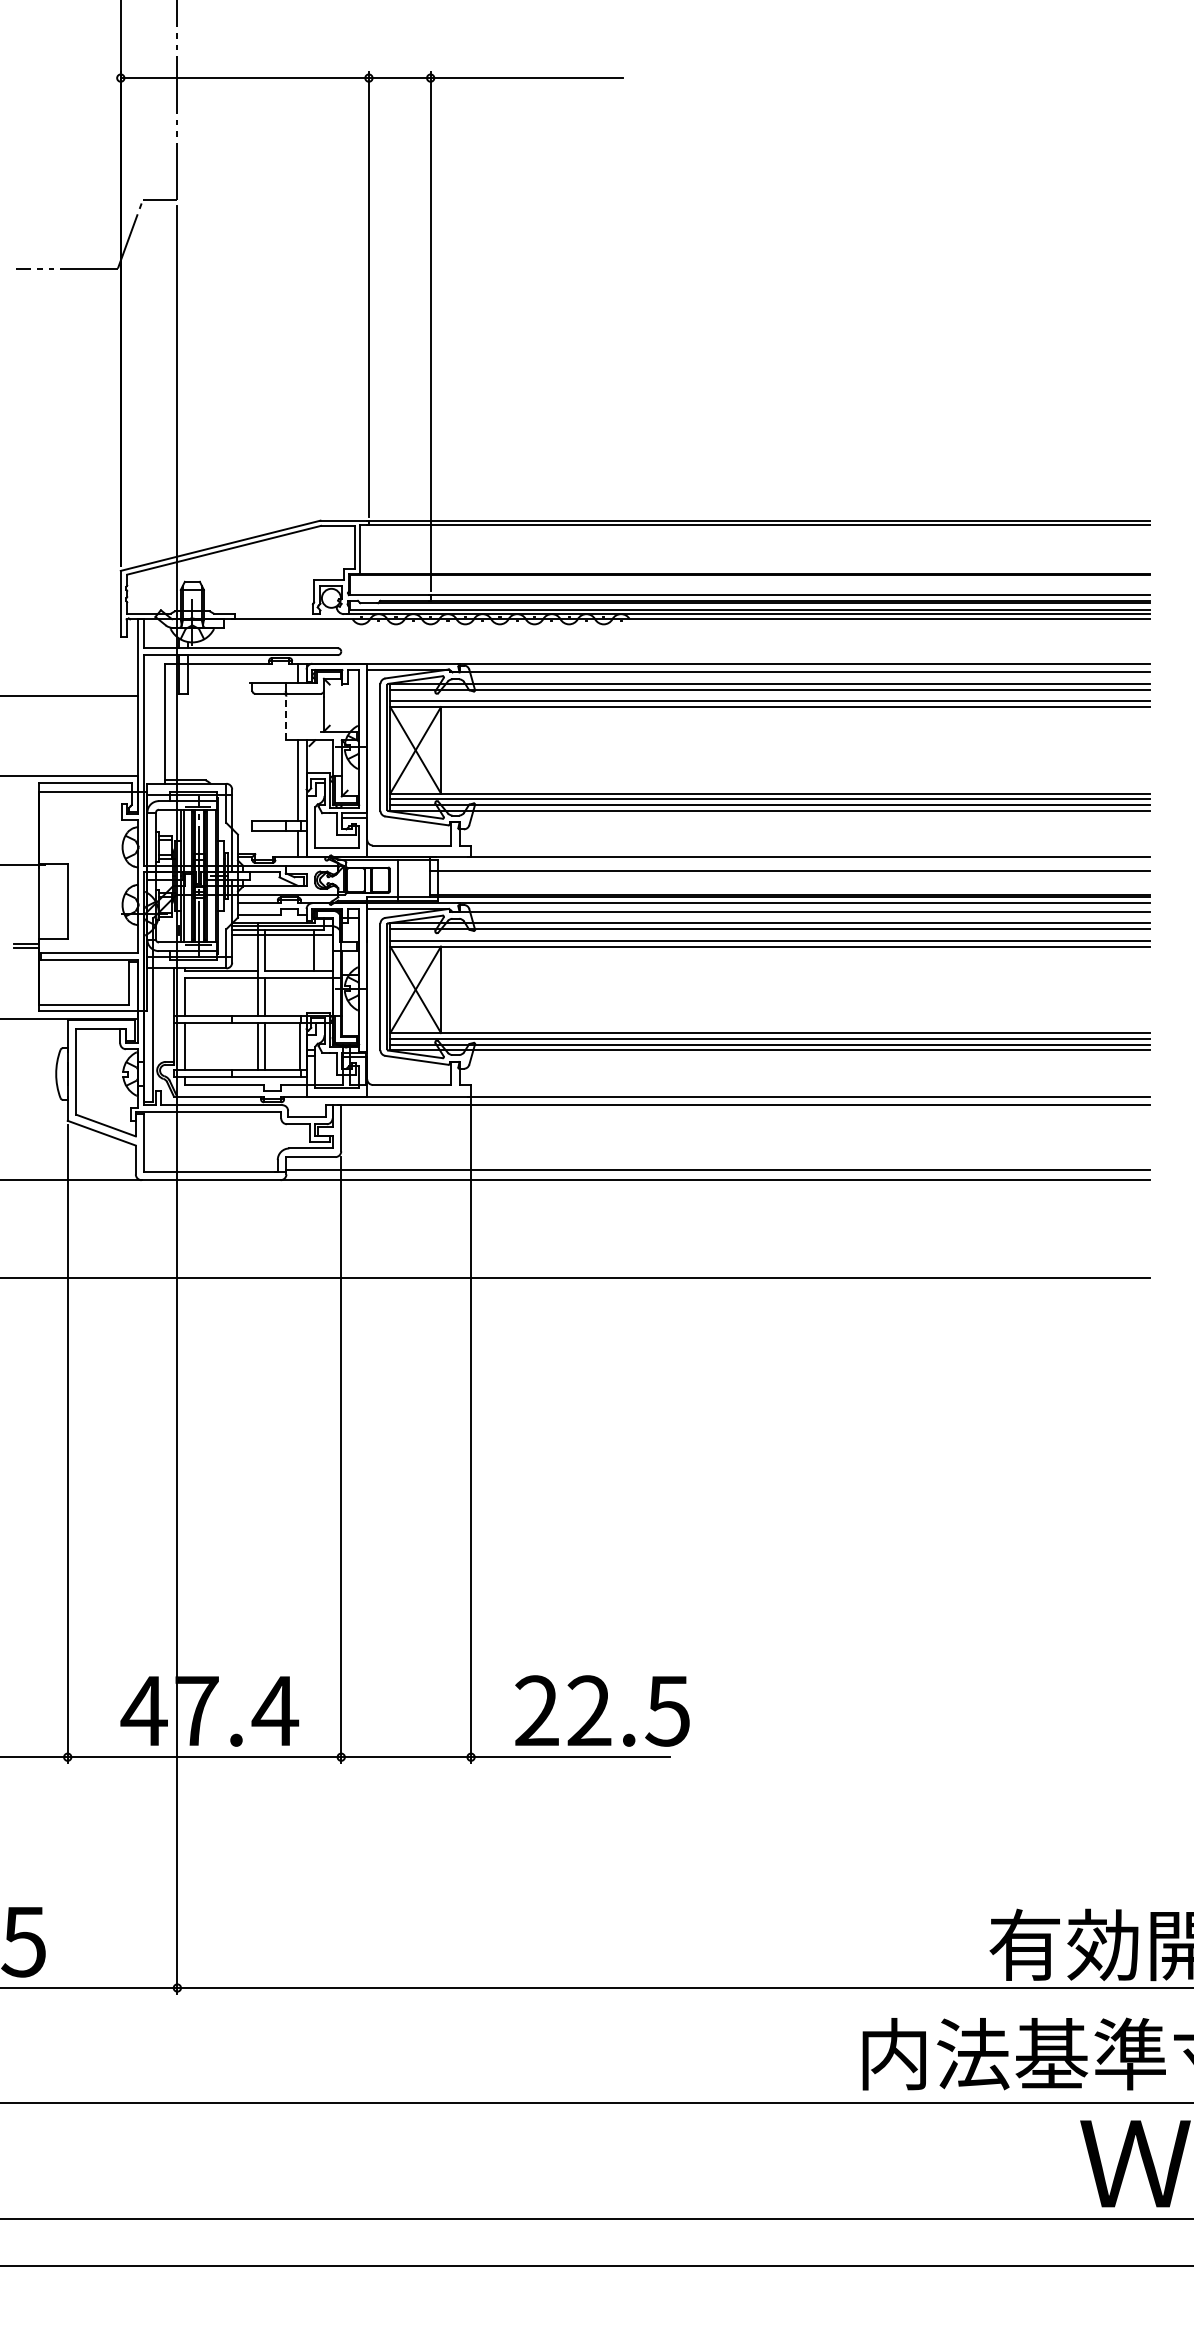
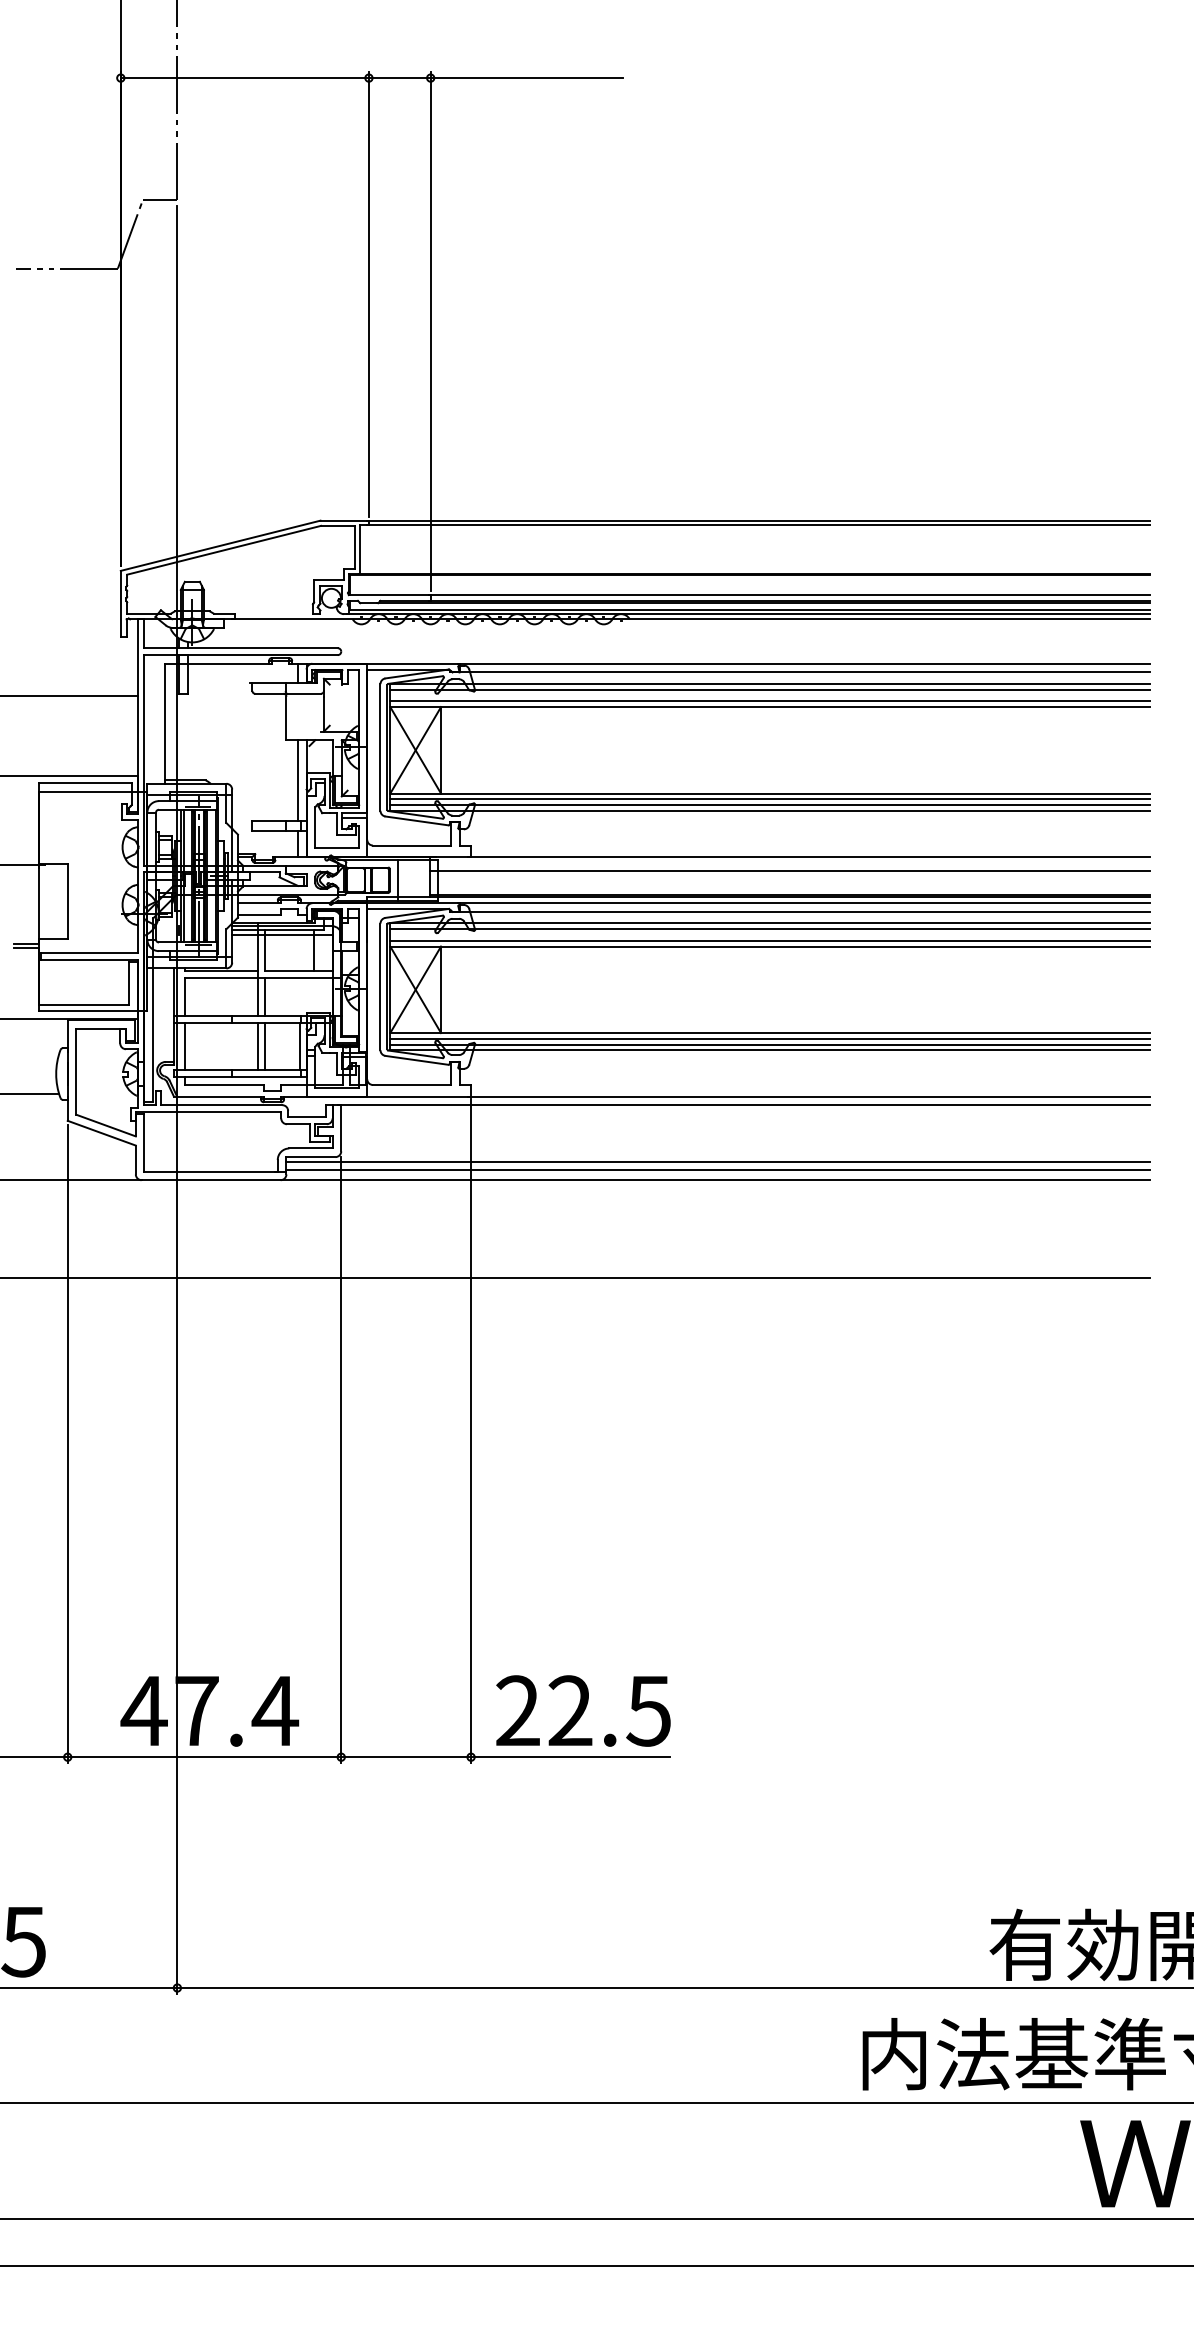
line at (286, 718): dashed -> solid
line at (30, 1093): none -> present
line at (717, 1161): none -> present
text at (602, 1710) position: (602, 1710) -> (583, 1710)
